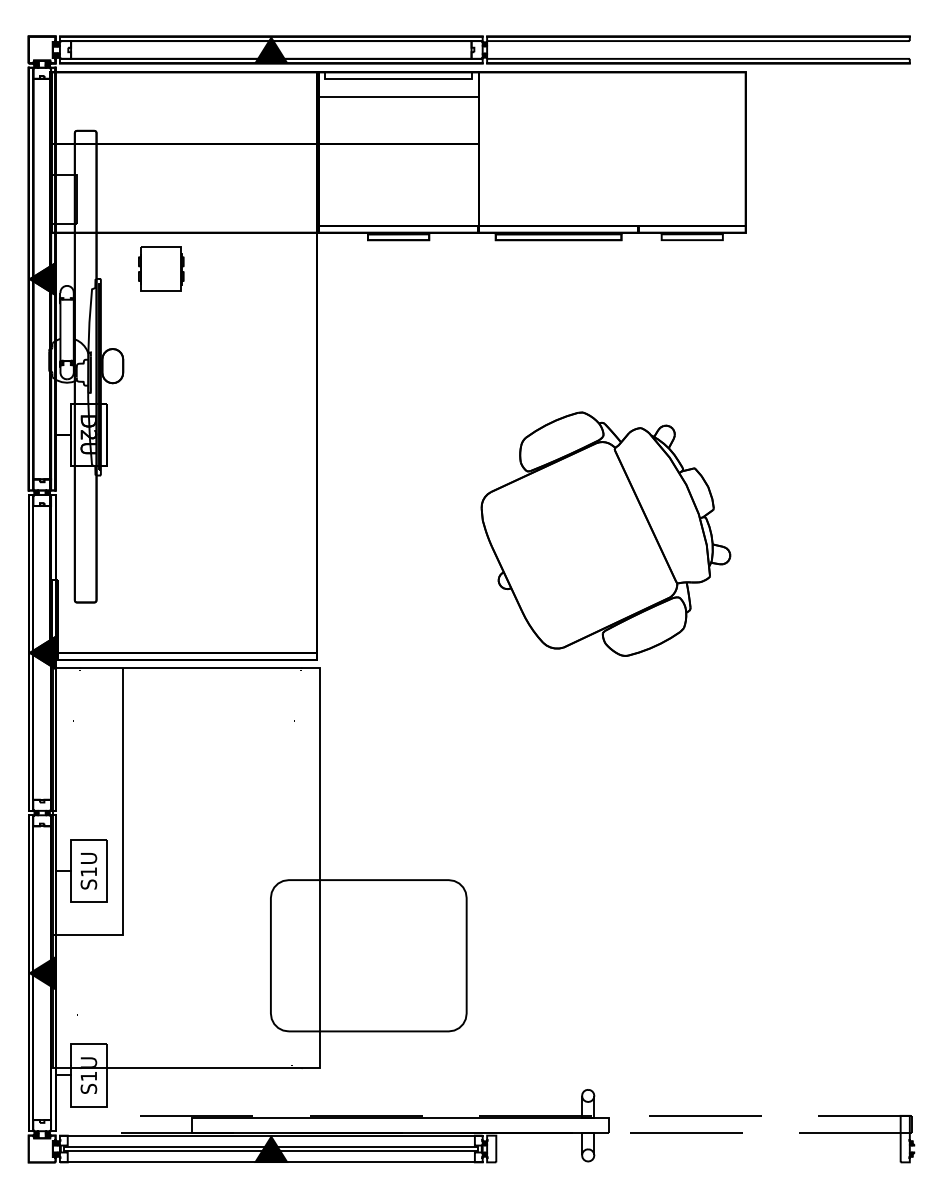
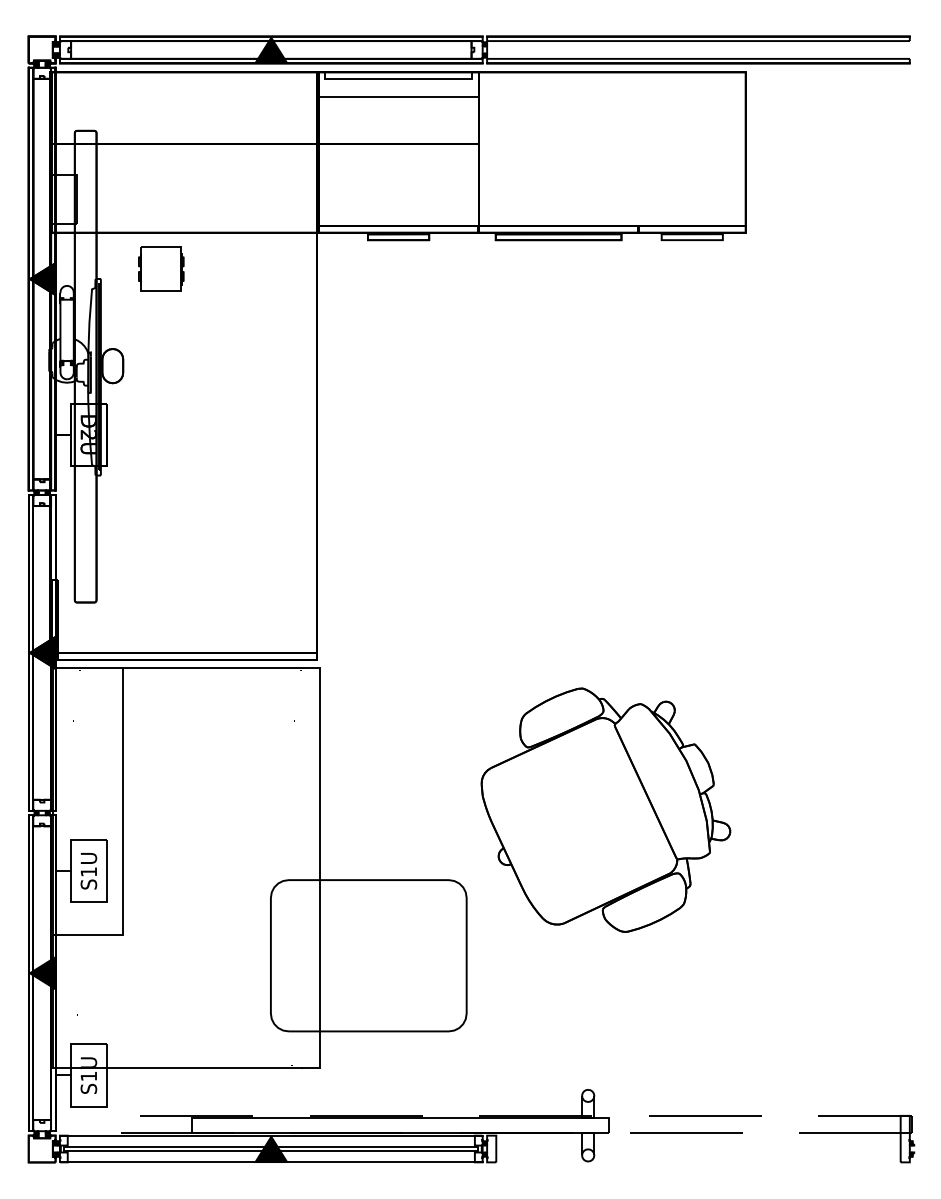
part at (605, 533) position: (605, 533) -> (605, 809)
